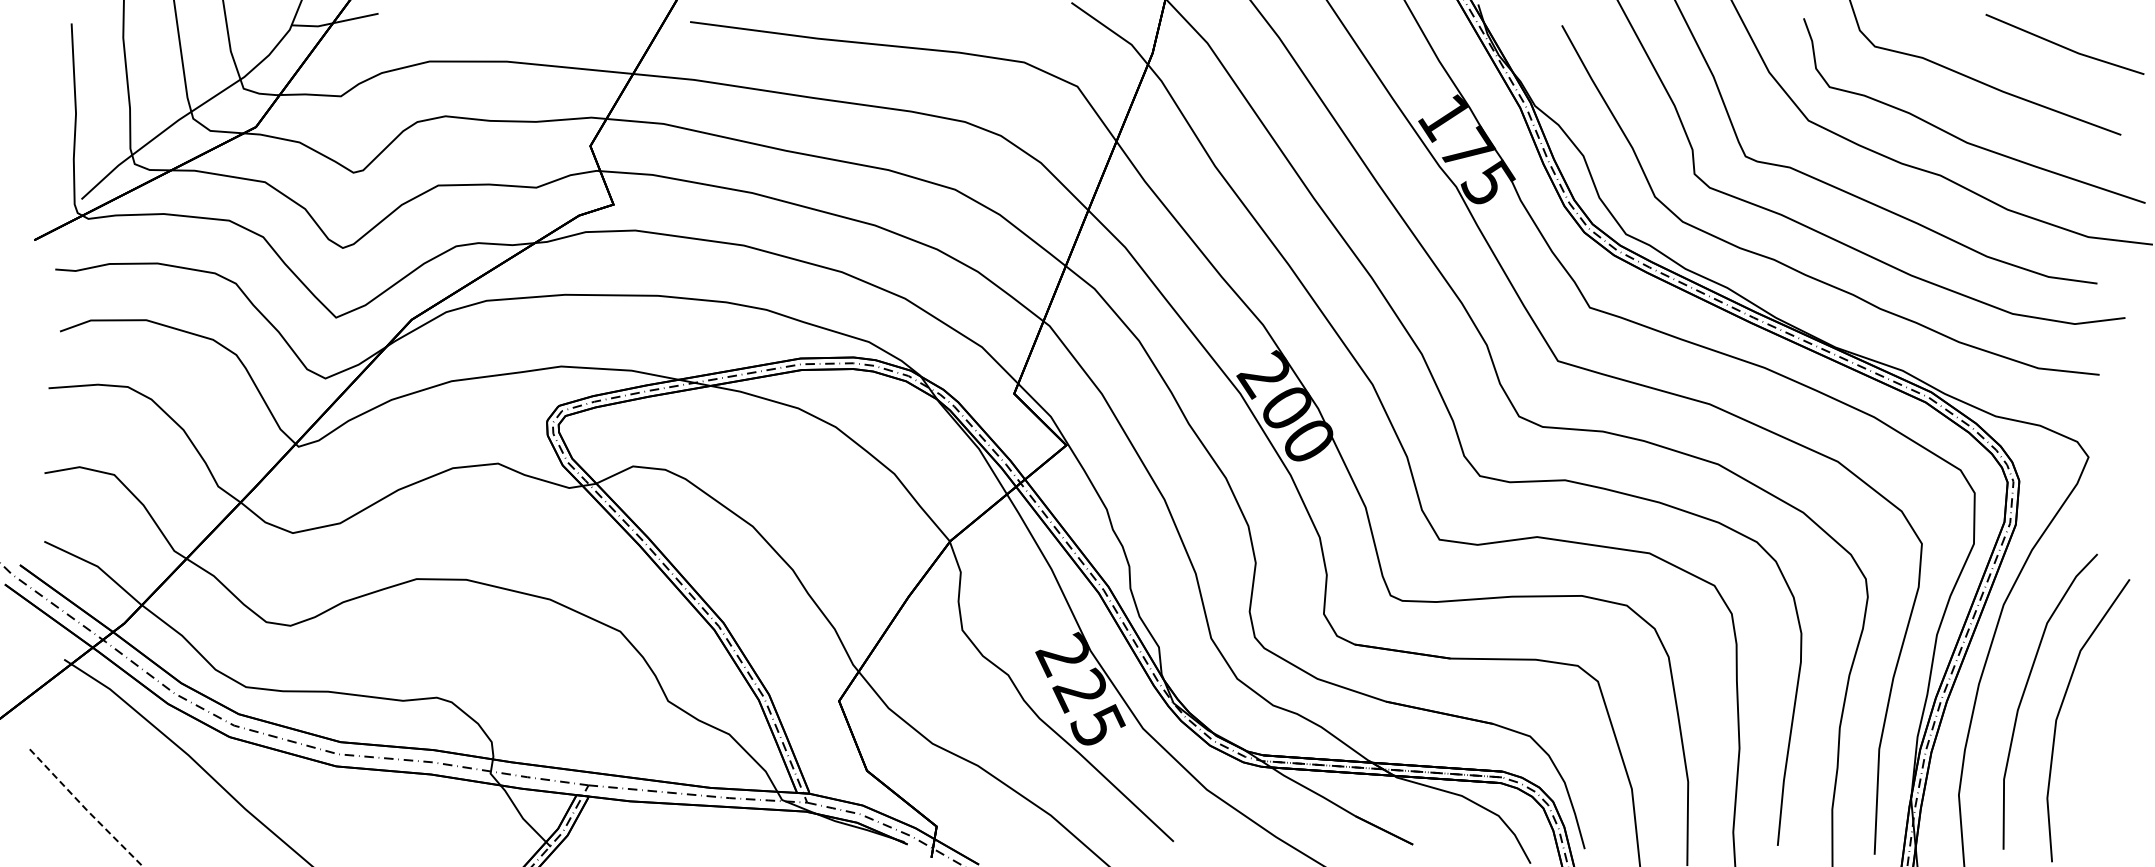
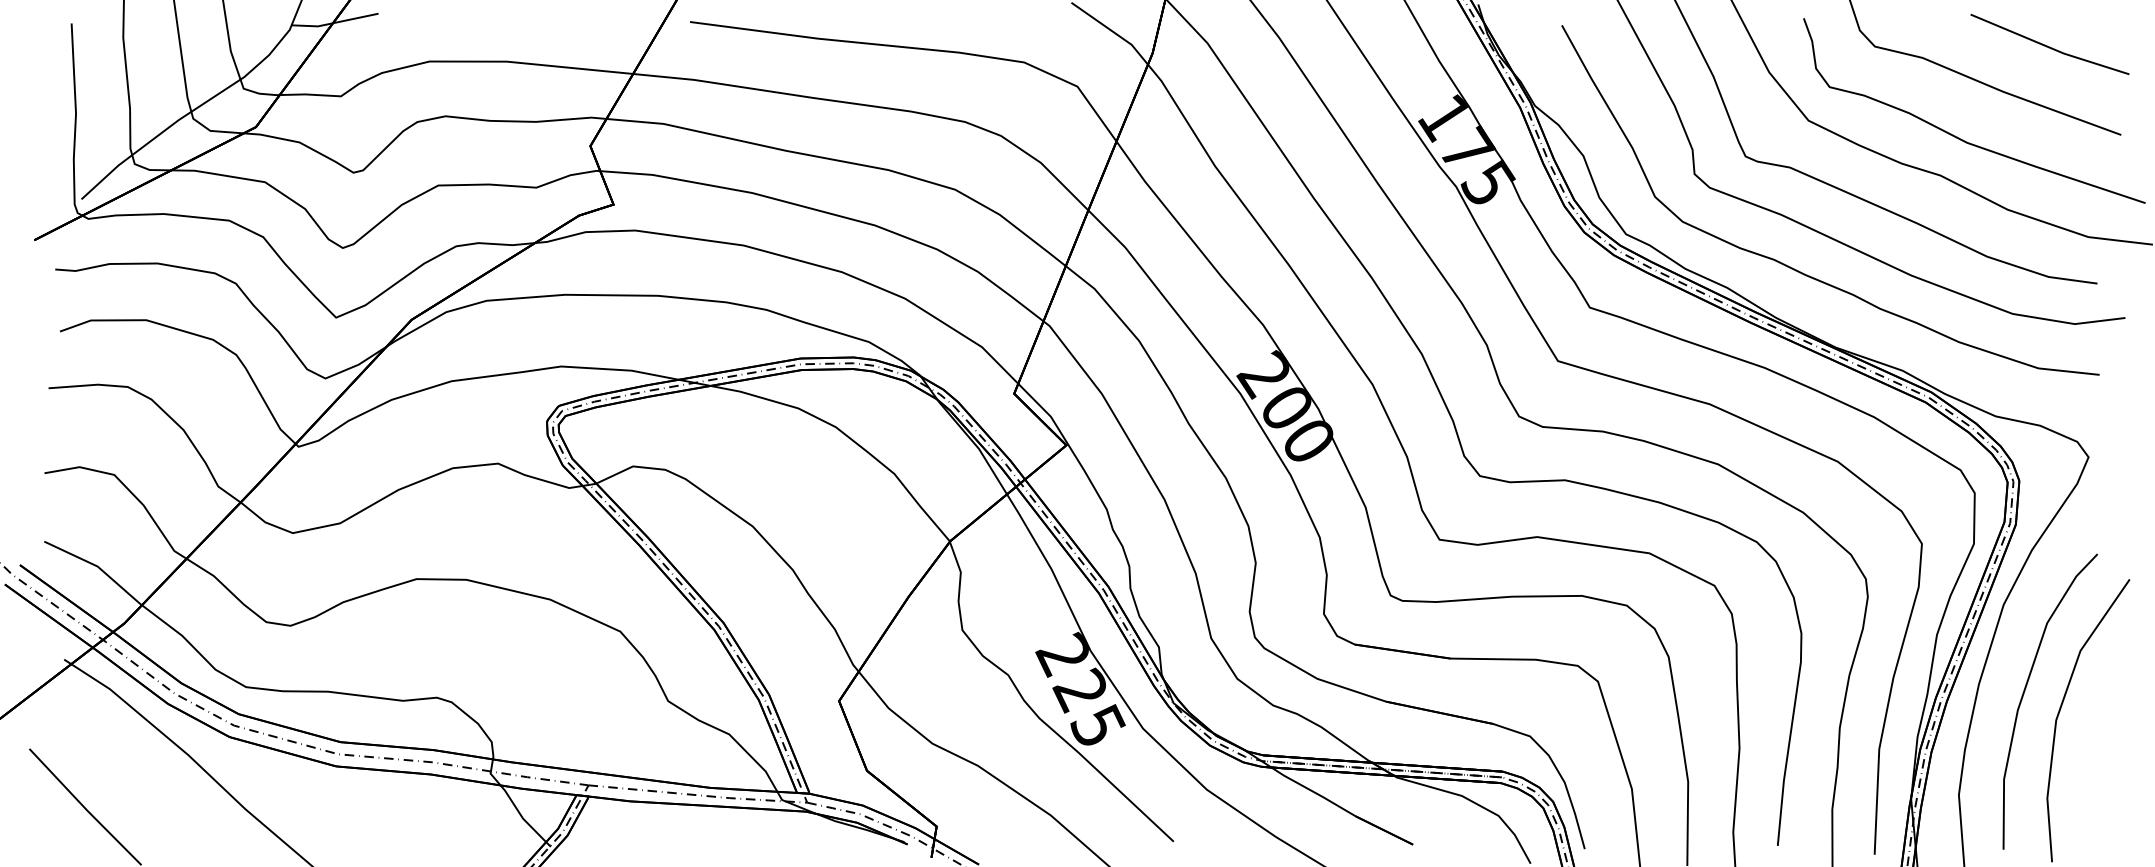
line at (2062, 45) position: (2062, 45) -> (2047, 45)
line at (85, 808): dashed -> solid
